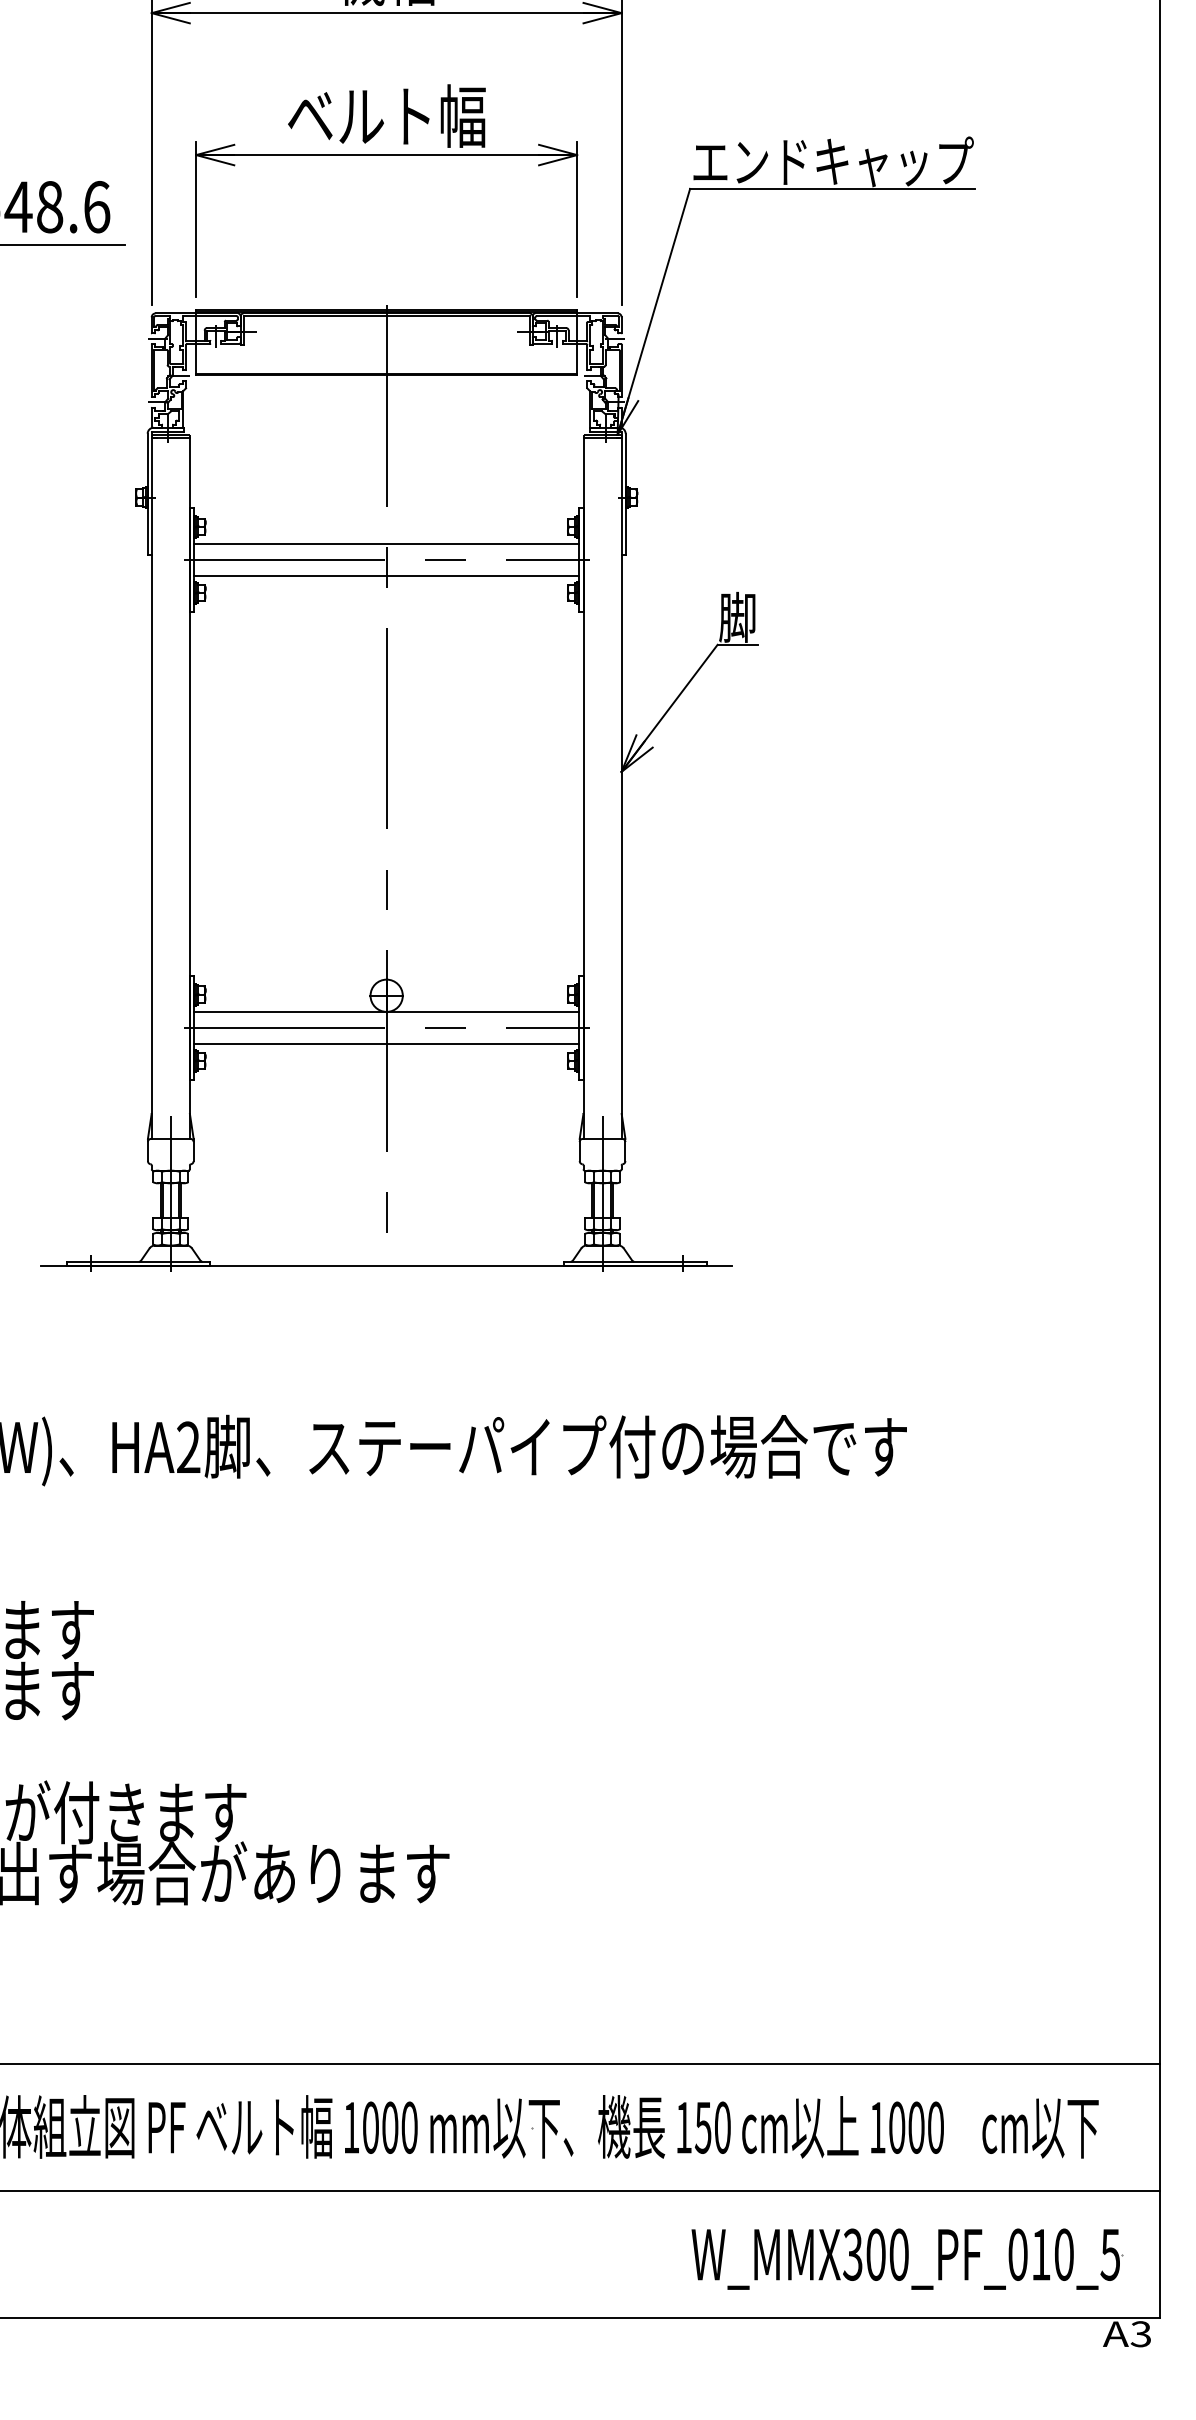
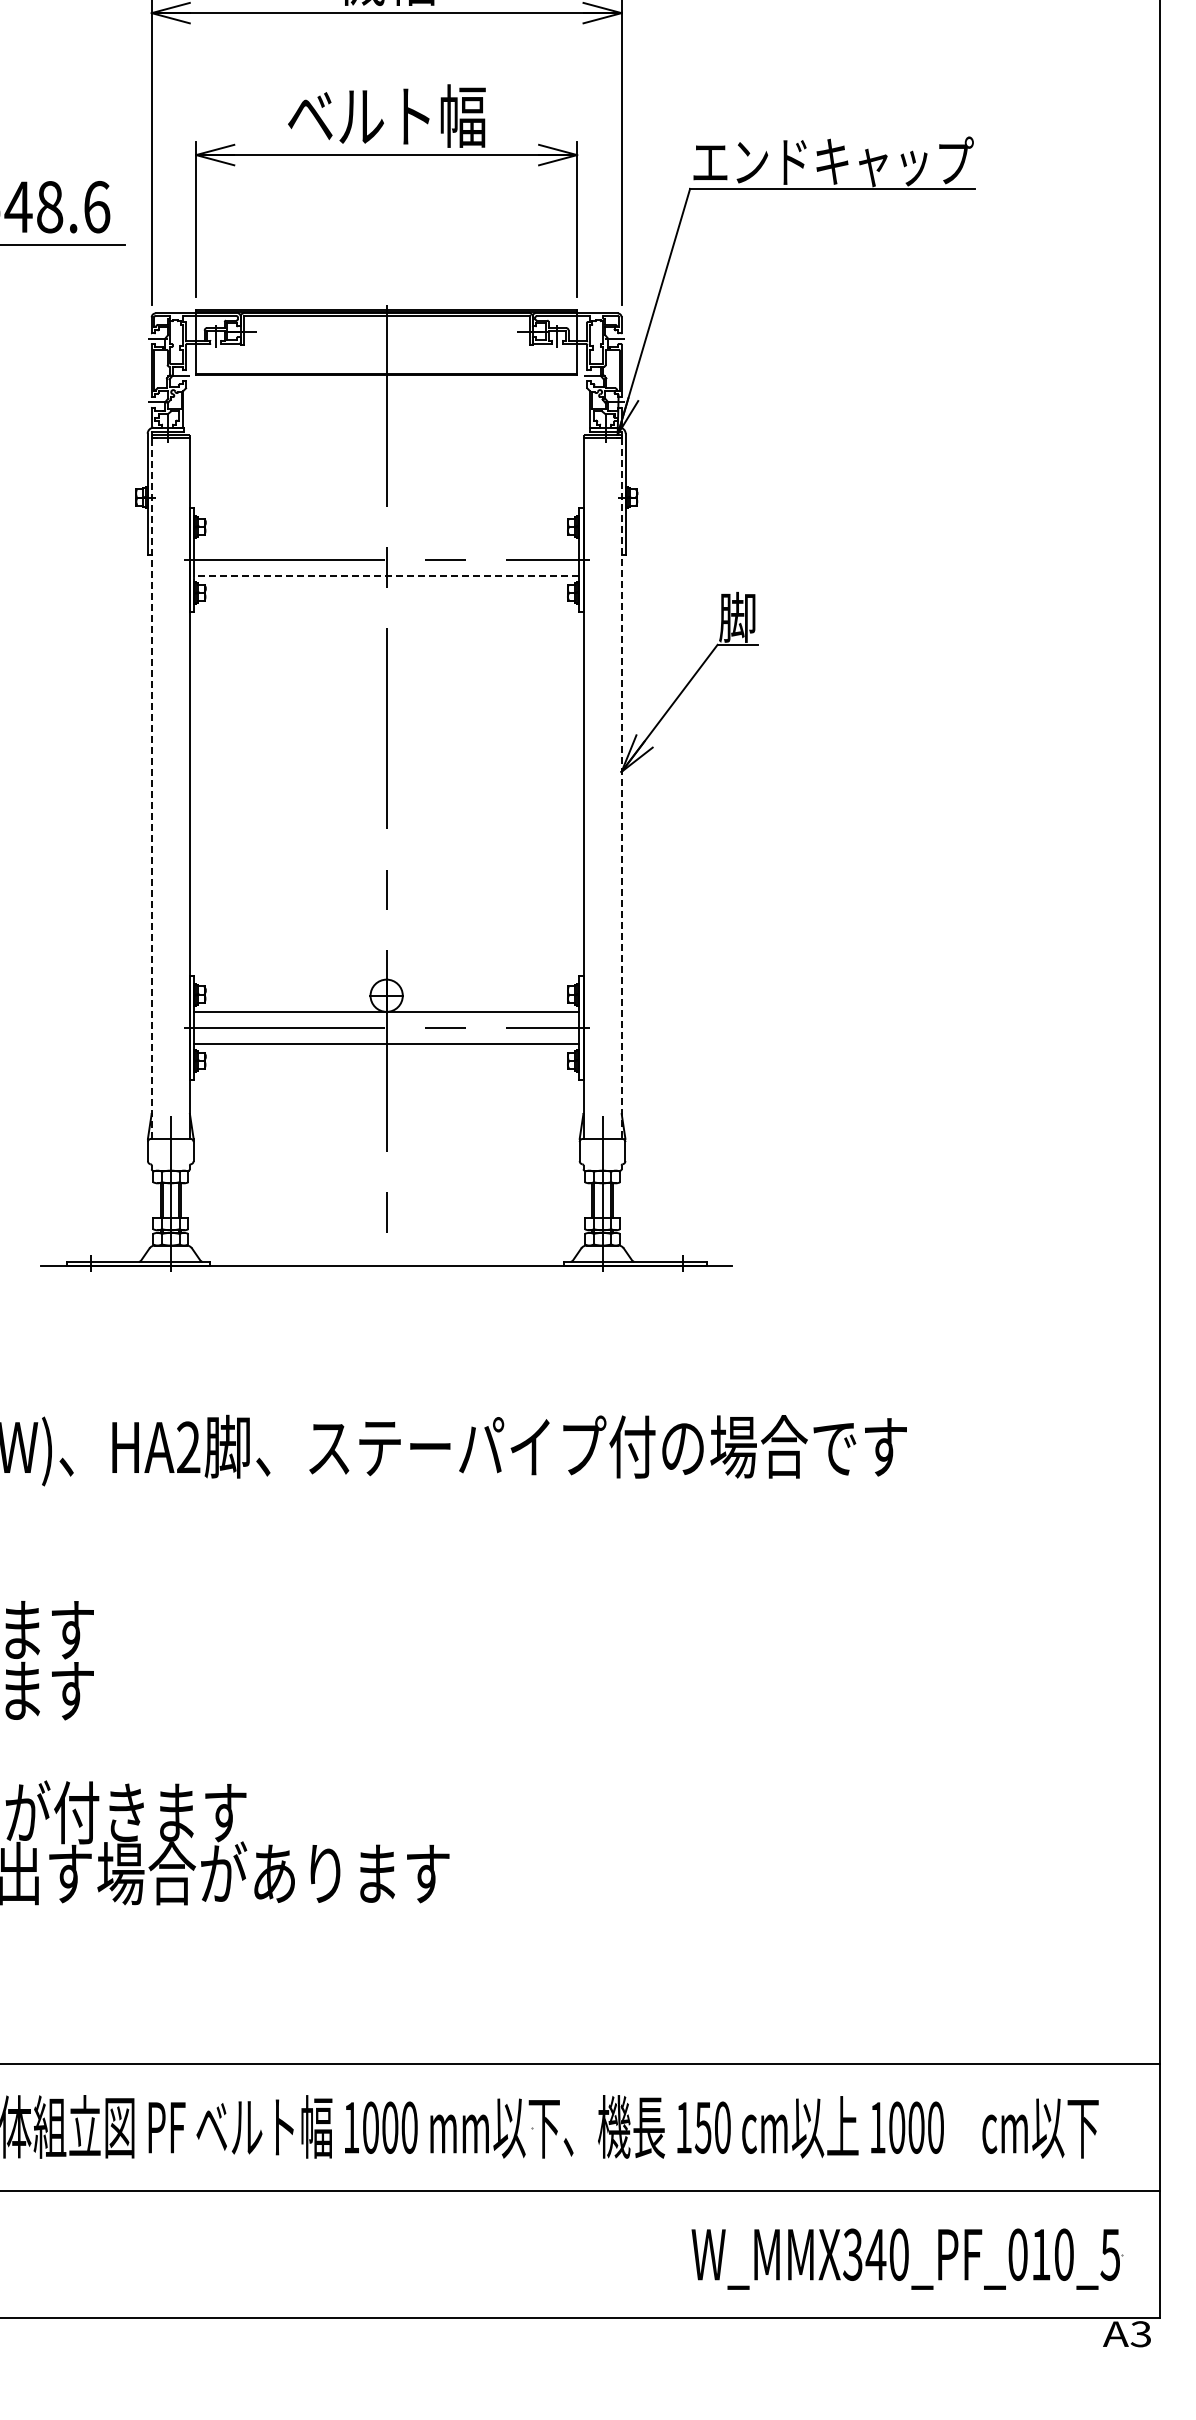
line at (386, 543): present -> none
line at (386, 575): solid -> dashed
line at (151, 787): solid -> dashed
line at (621, 788): solid -> dashed
text at (875, 2254): W_MMX300_PF_010_5 -> W_MMX340_PF_010_5
